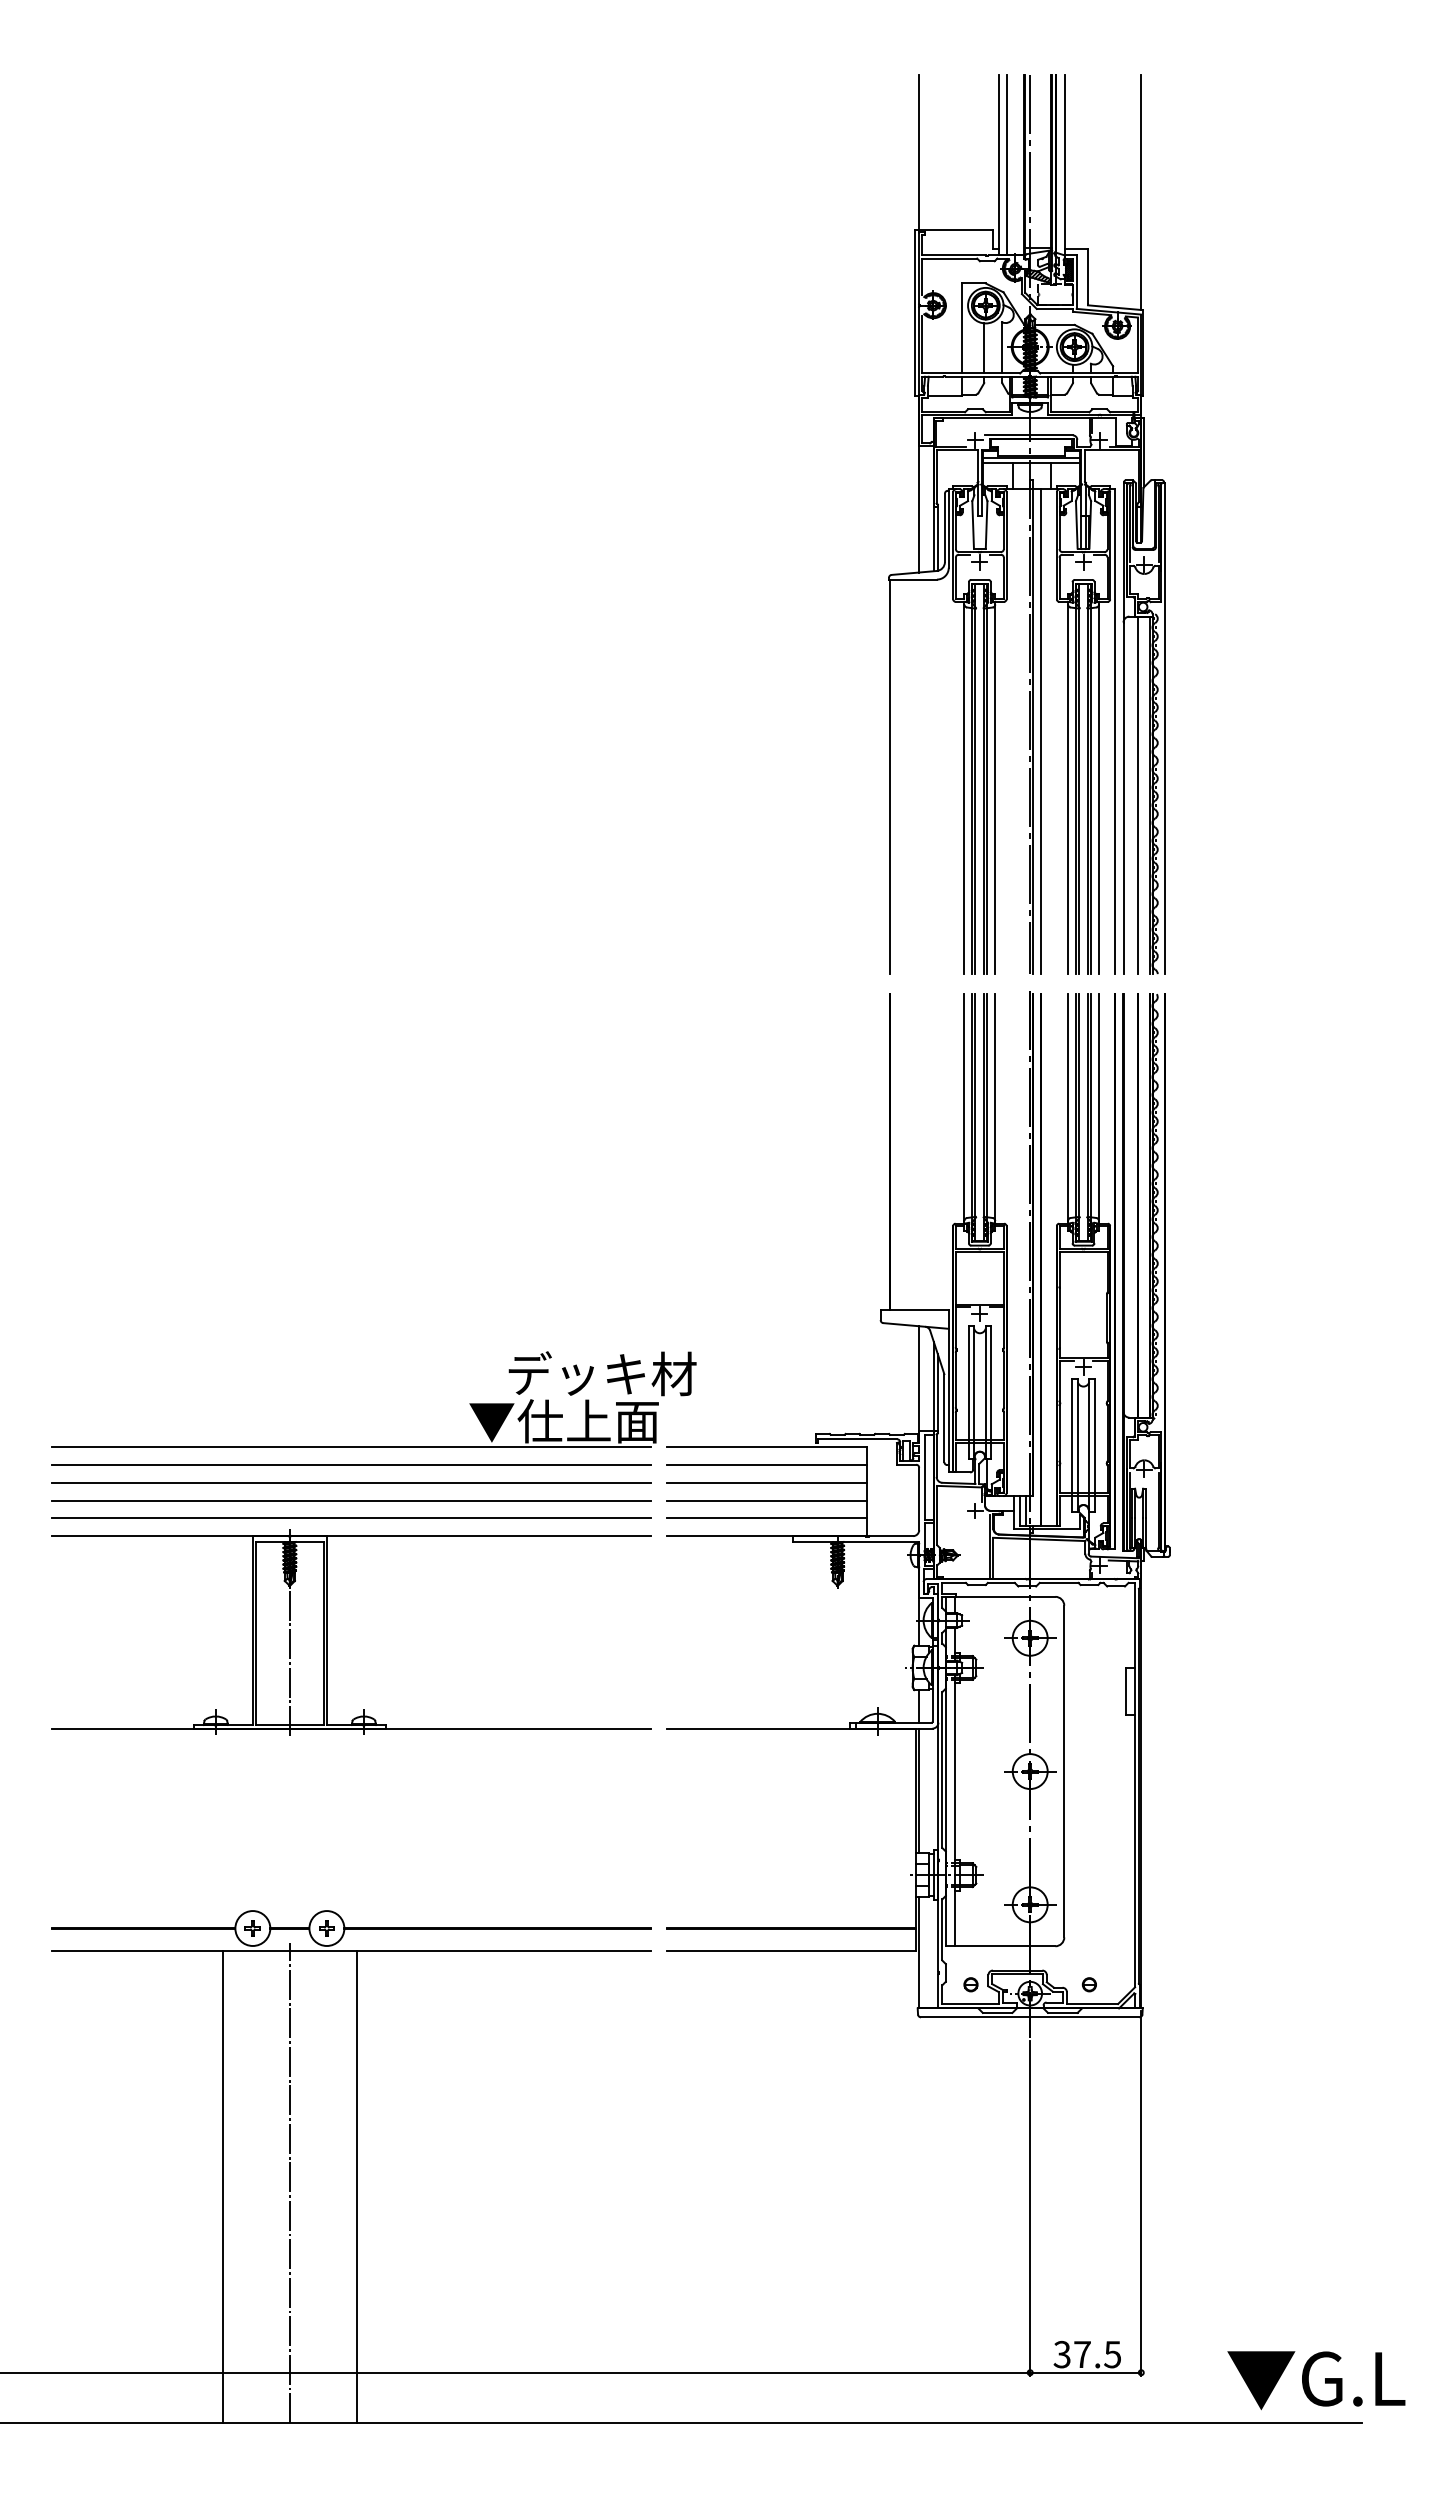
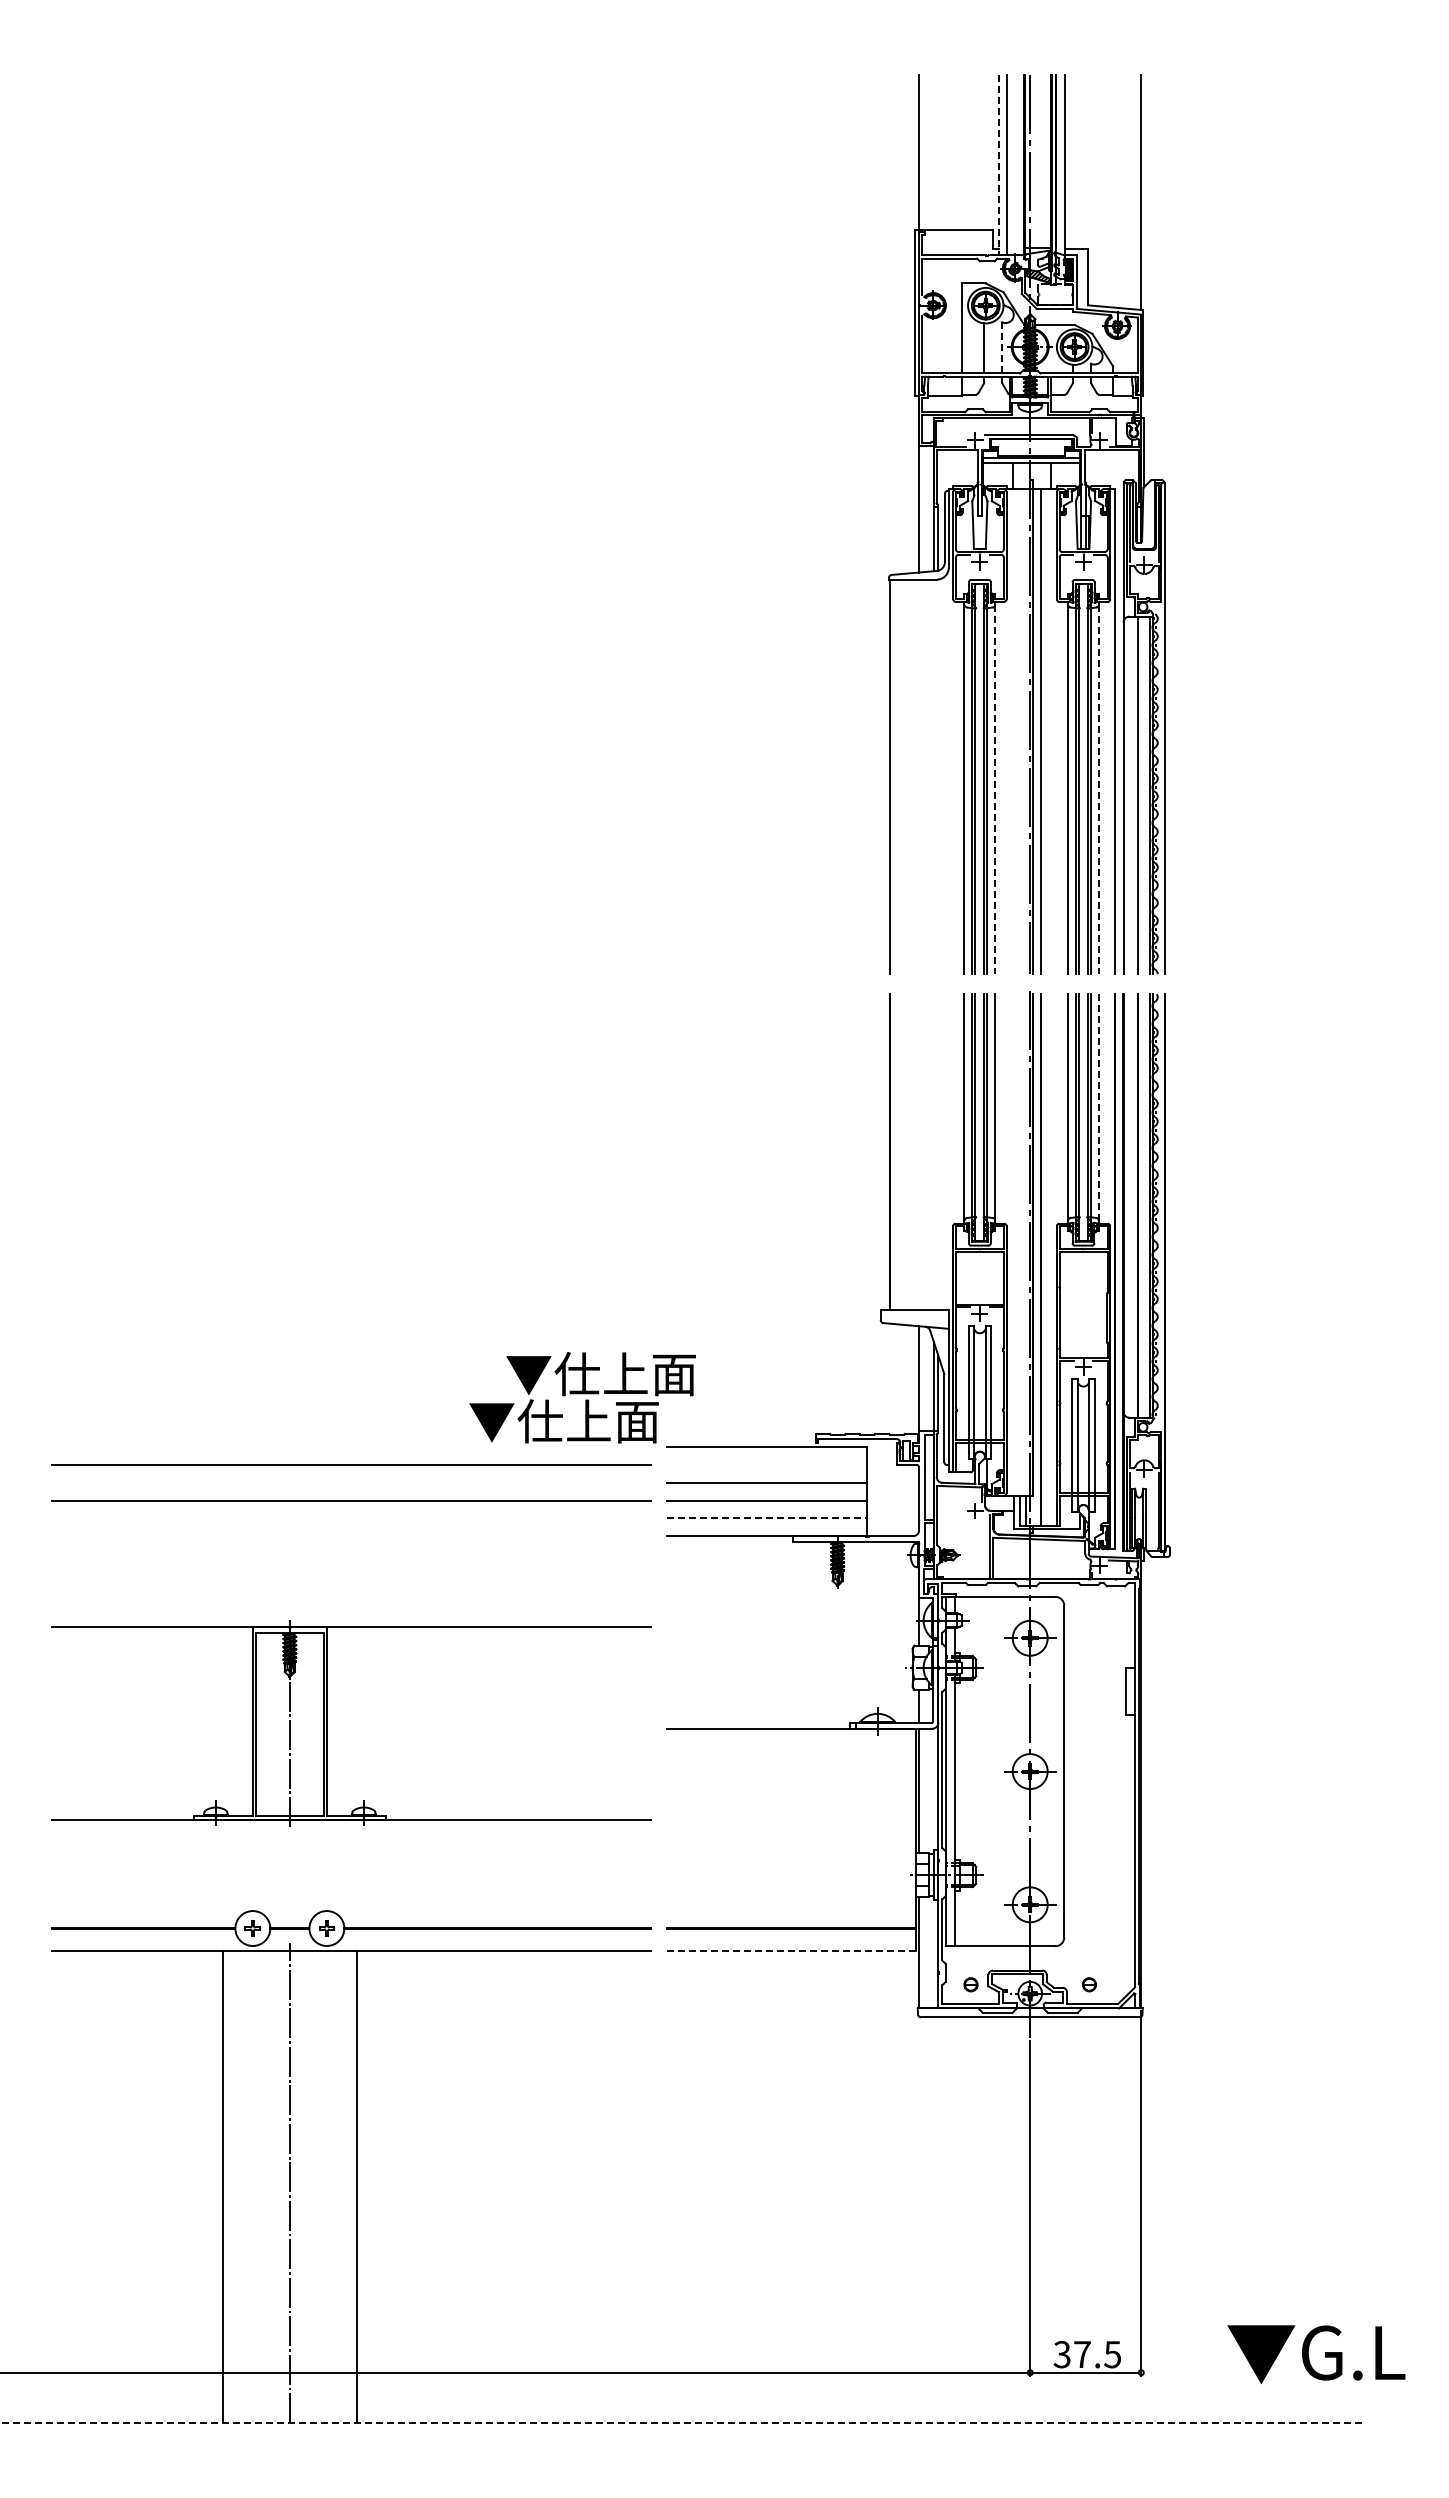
line at (999, 165): solid -> dashed
line at (1002, 347): solid -> dashed
line at (995, 789): solid -> dashed
line at (1098, 789): solid -> dashed
line at (1098, 1108): solid -> dashed
text at (601, 1373): デッキ材 -> ▼仕上面
line at (351, 1447): present -> none
line at (767, 1465): present -> none
line at (351, 1482): present -> none
line at (351, 1517): present -> none
line at (767, 1518): solid -> dashed
part at (327, 1632) position: (327, 1632) -> (327, 1723)
line at (791, 1950): solid -> dashed
text at (1316, 2380) position: (1316, 2380) -> (1316, 2354)
line at (680, 2423): solid -> dashed
